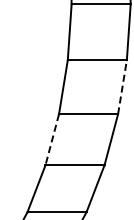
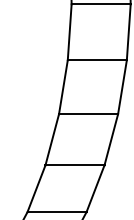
line at (122, 86): dashed -> solid
line at (52, 140): dashed -> solid
